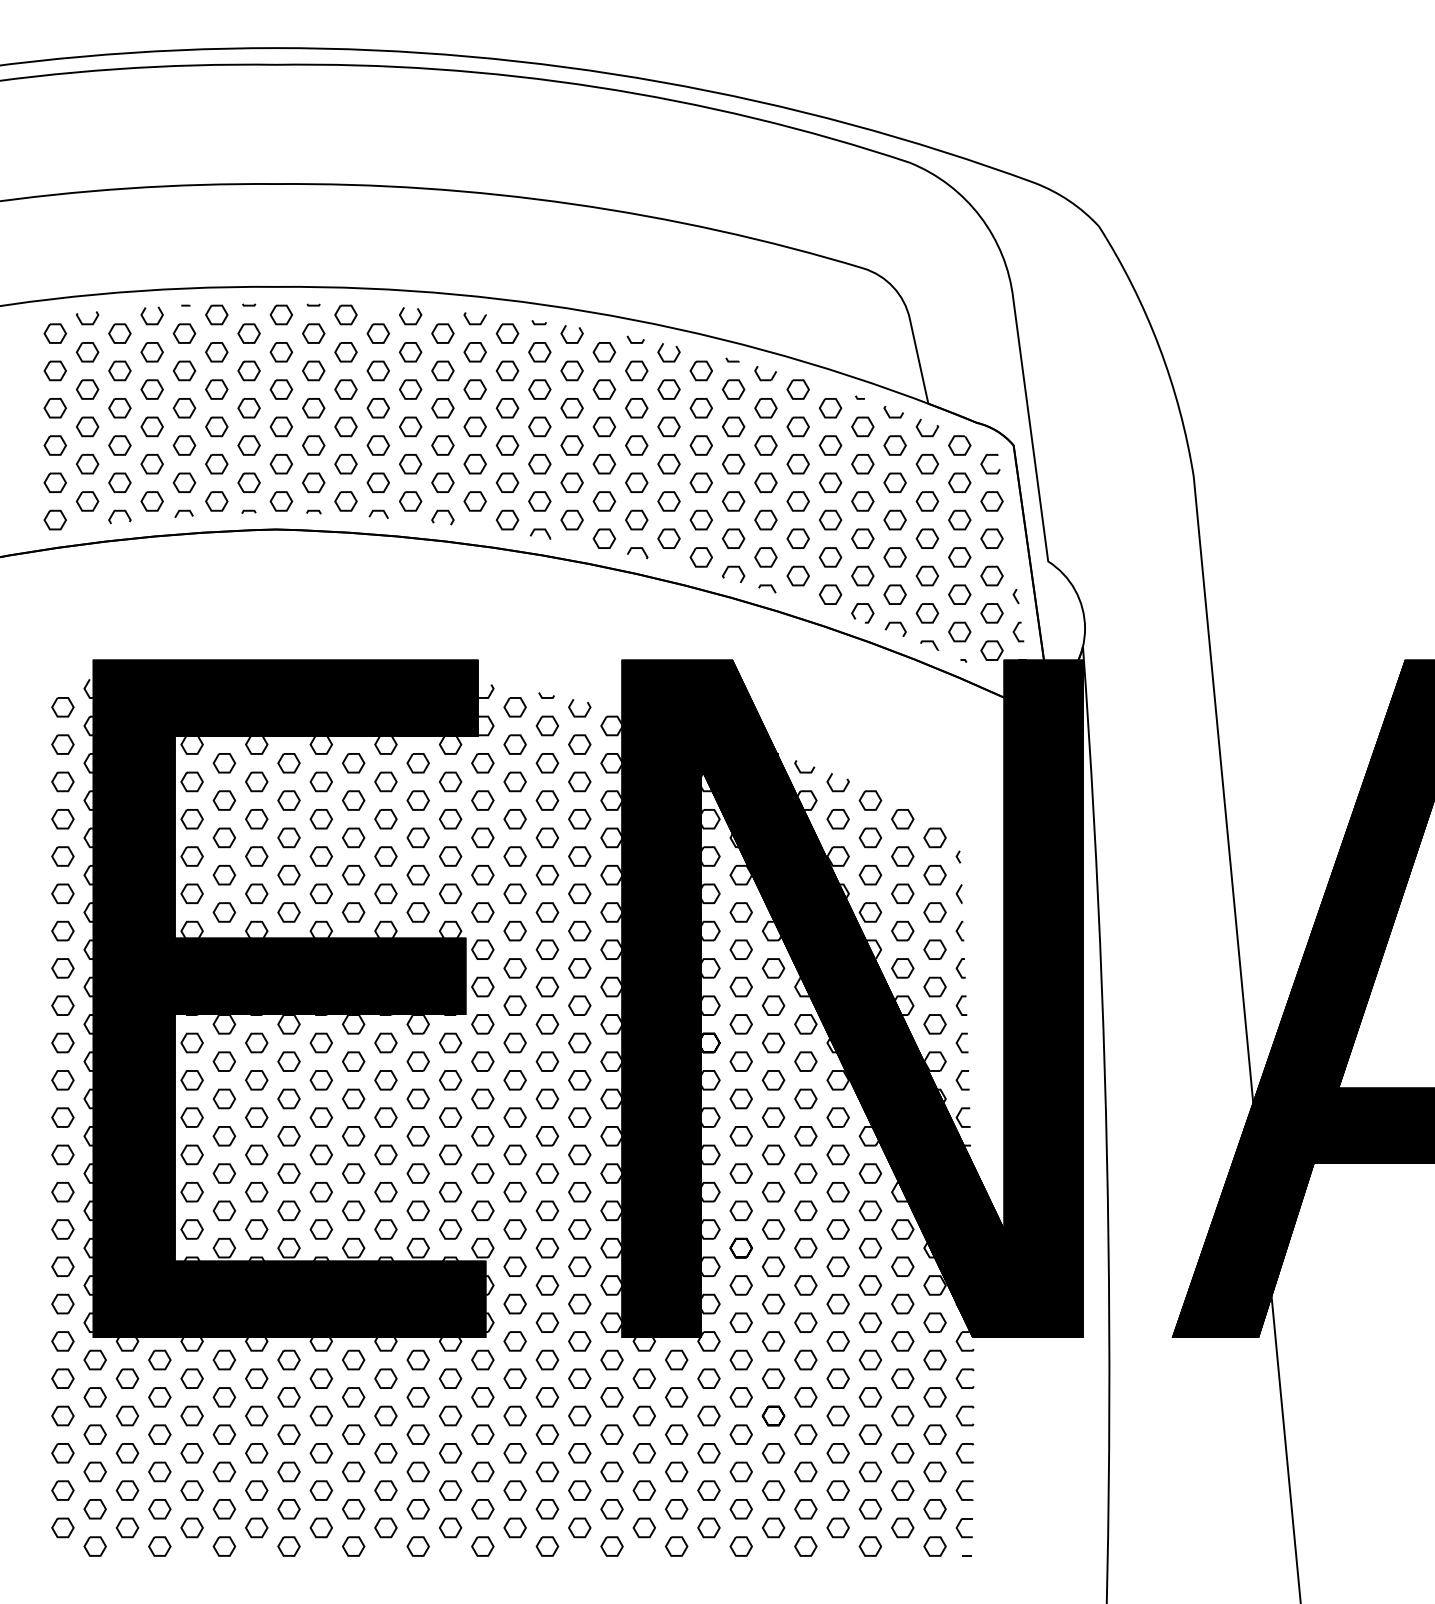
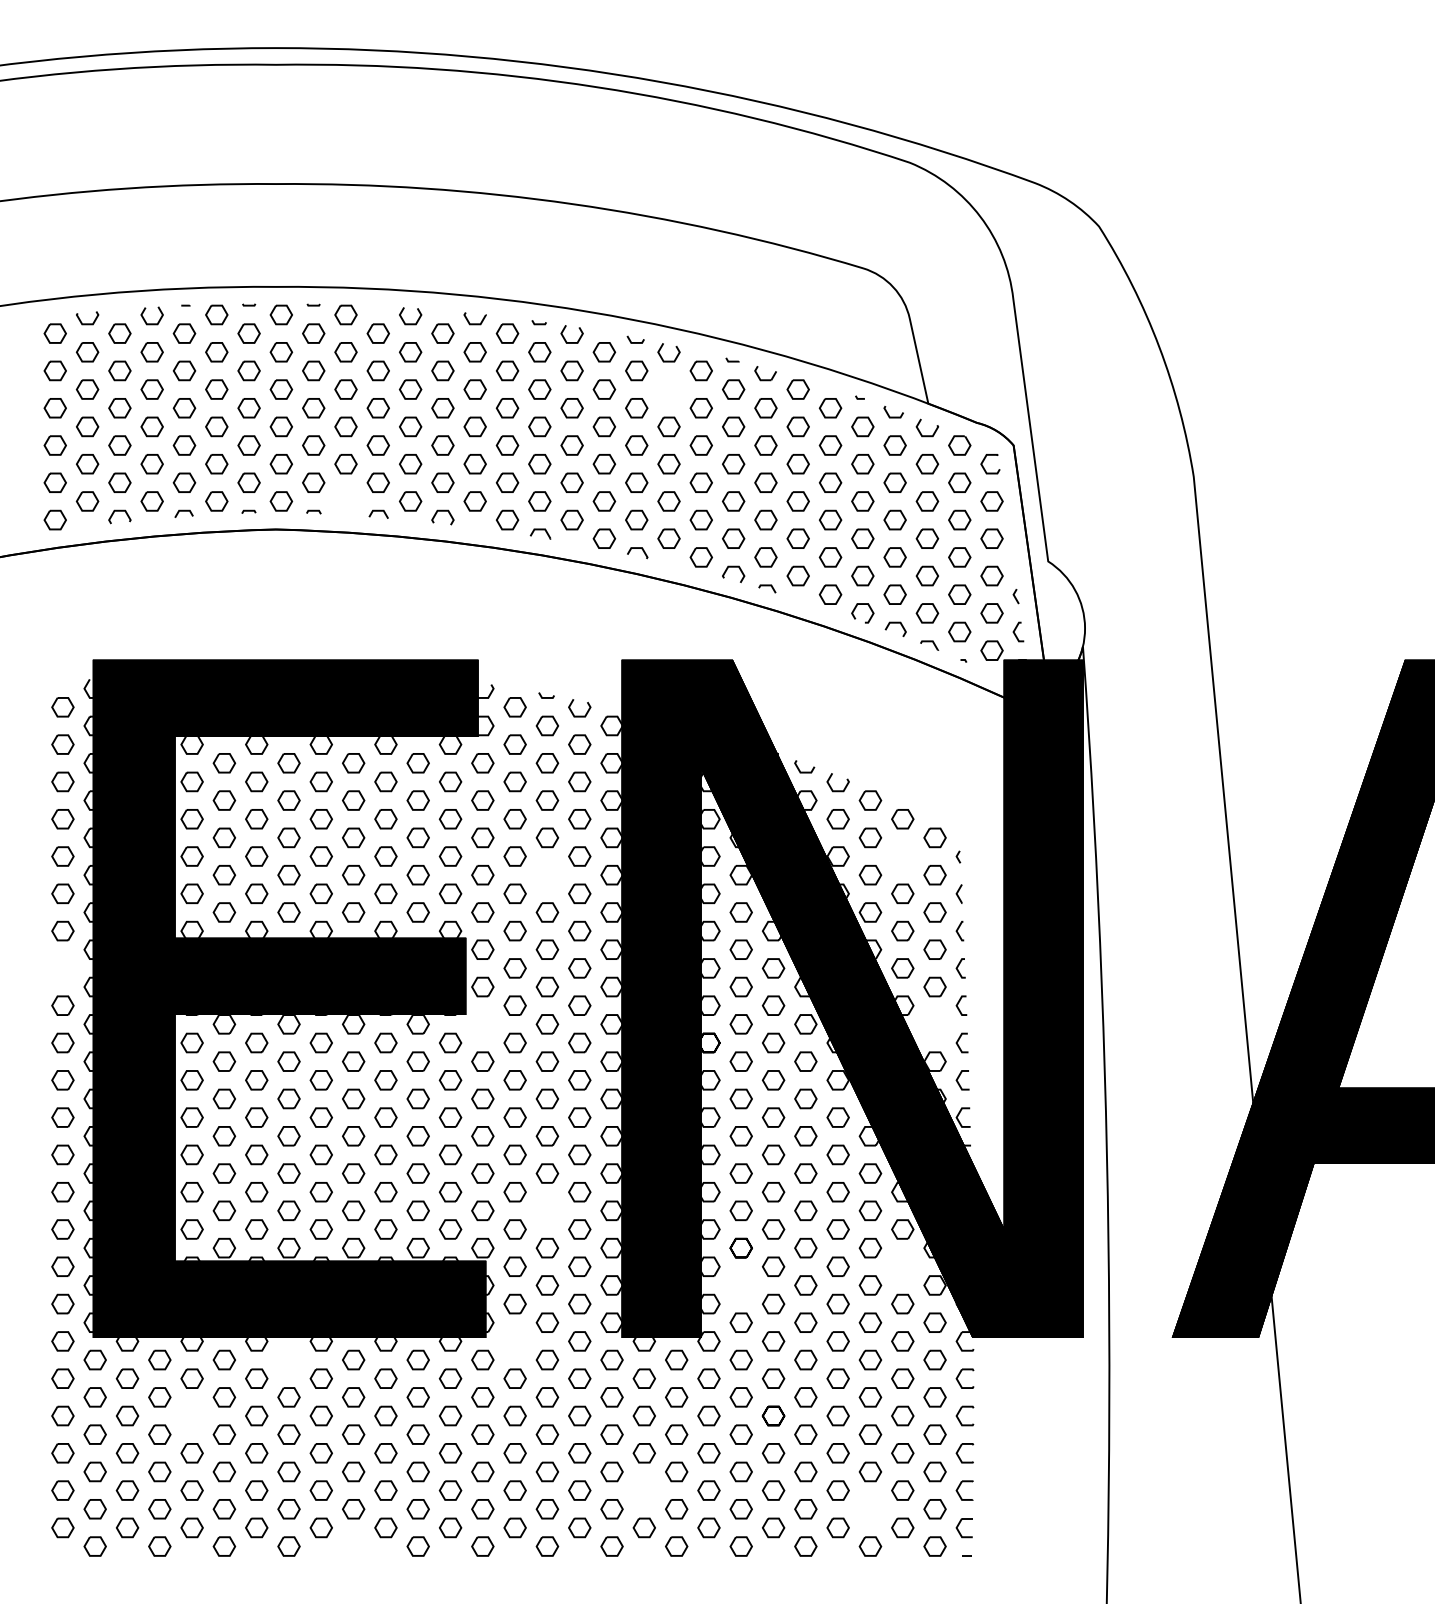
part at (668, 389): present -> none
part at (345, 501): present -> none
part at (902, 856): present -> none
part at (547, 875): present -> none
part at (62, 968): present -> none
part at (482, 1024): present -> none
part at (934, 1024): present -> none
part at (547, 1210): present -> none
part at (902, 1266): present -> none
part at (740, 1285): present -> none
part at (514, 1341): present -> none
part at (288, 1359): present -> none
part at (191, 1415): present -> none
part at (643, 1490): present -> none
part at (870, 1509): present -> none
part at (353, 1546): present -> none
